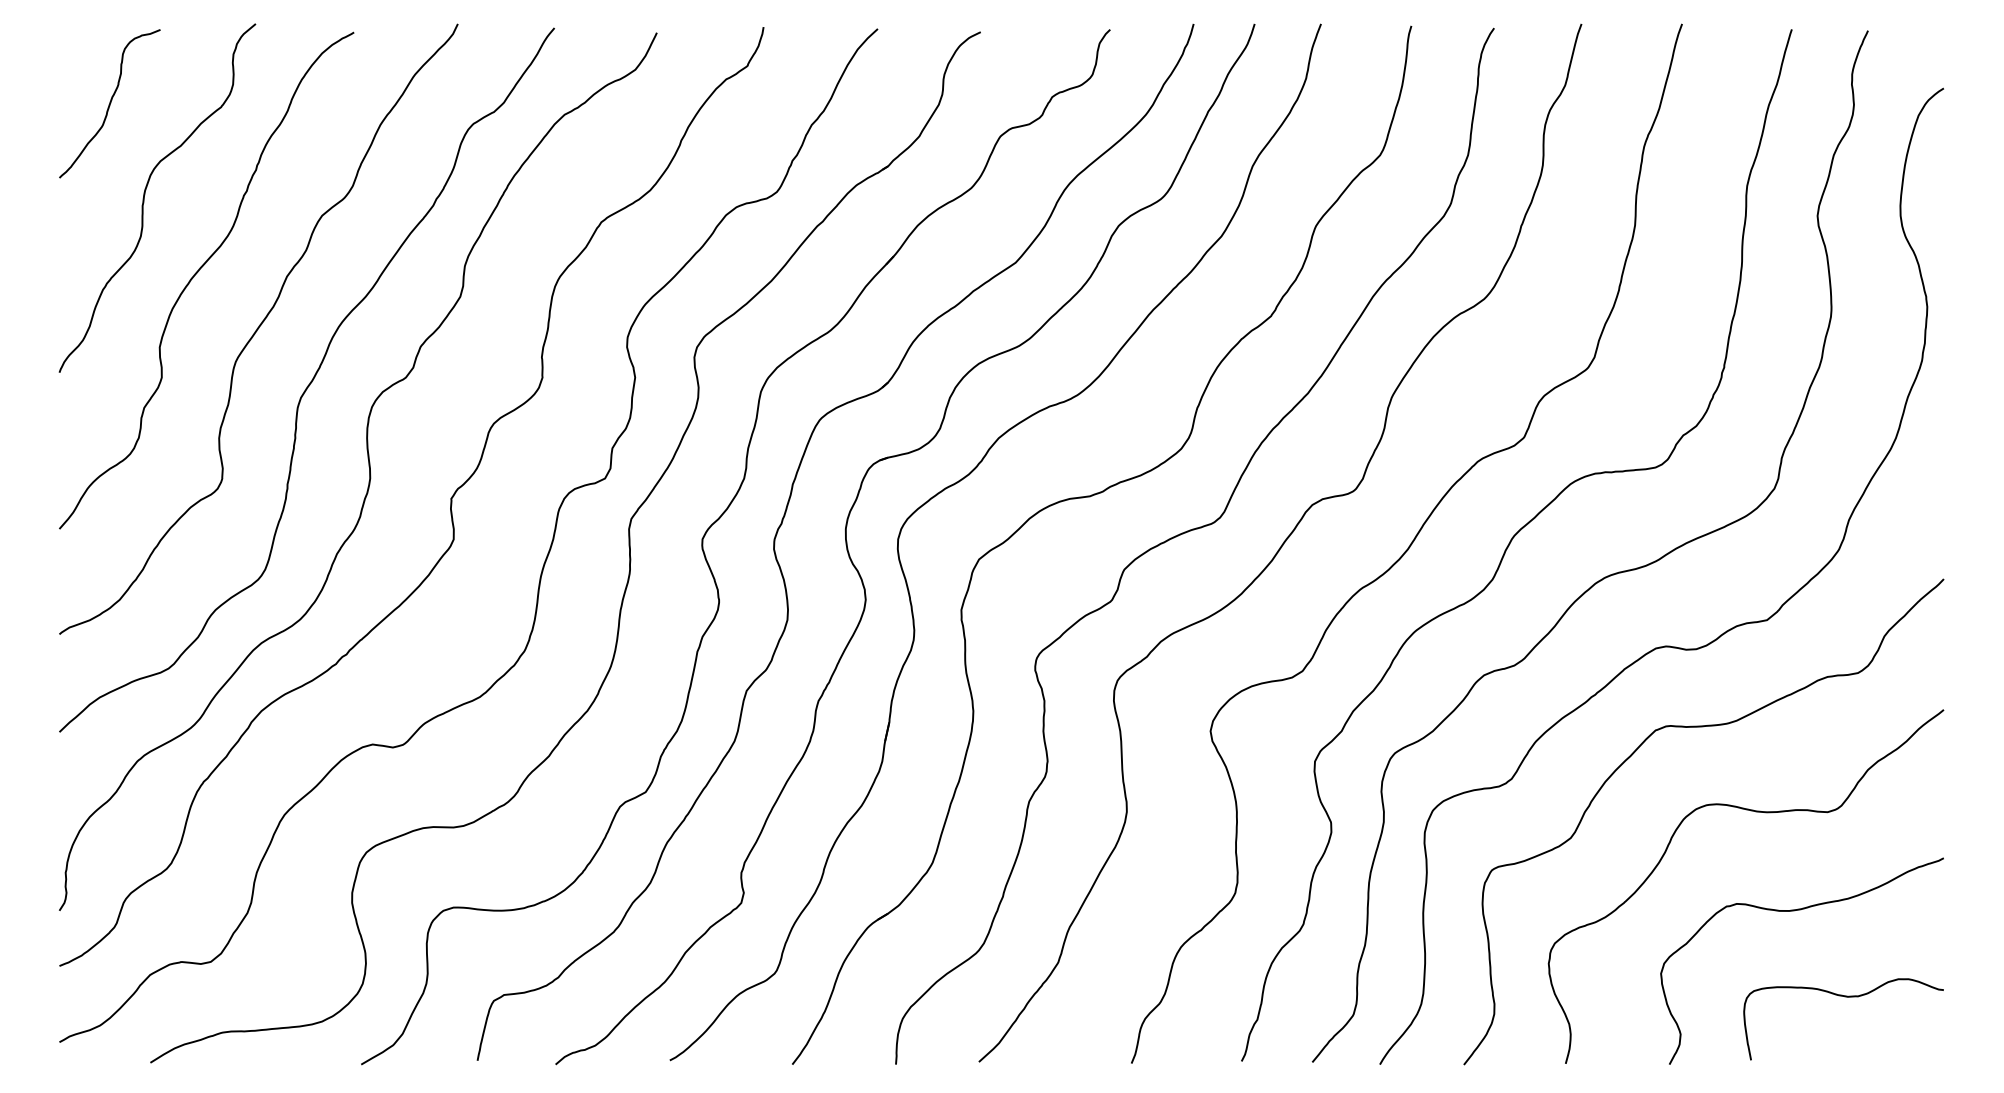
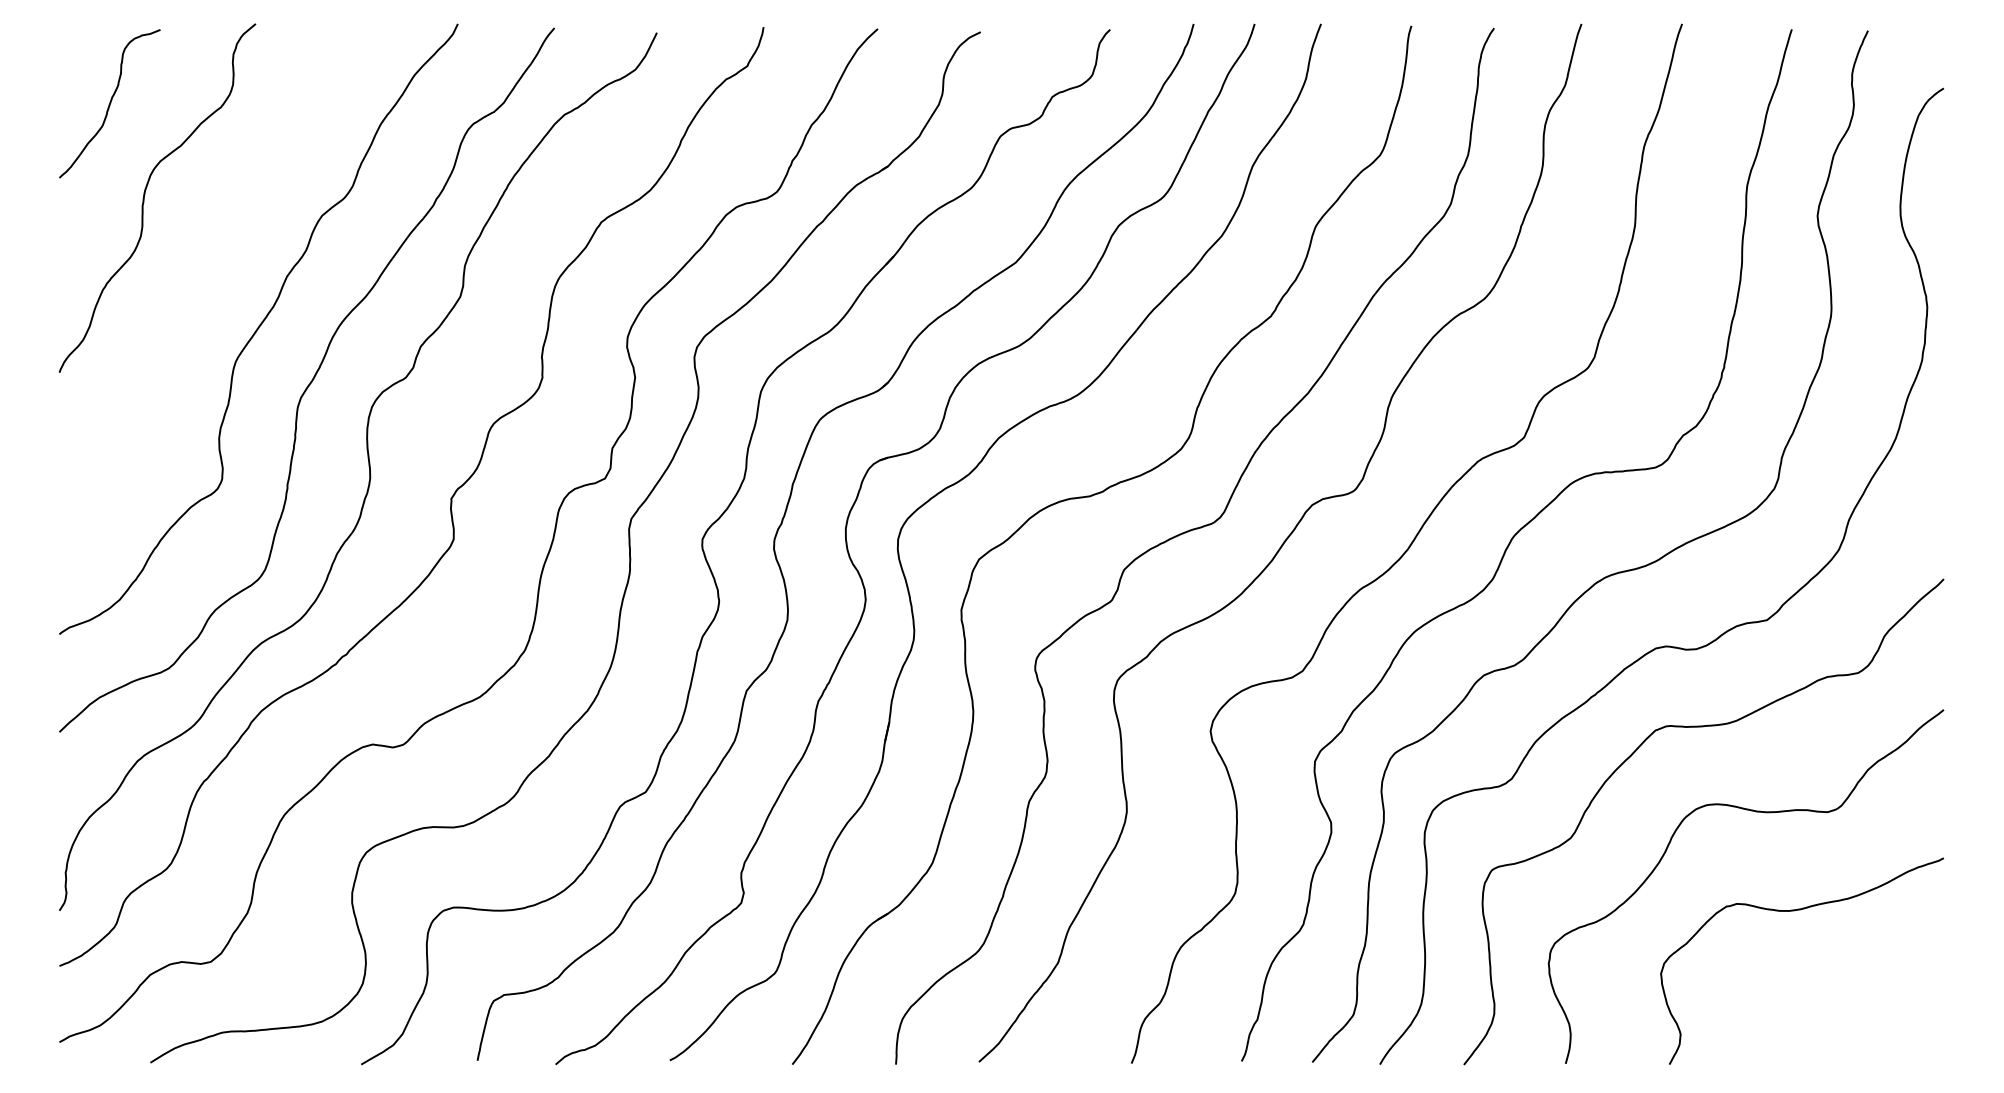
curve at (198, 272): present -> none
curve at (1844, 997): present -> none
